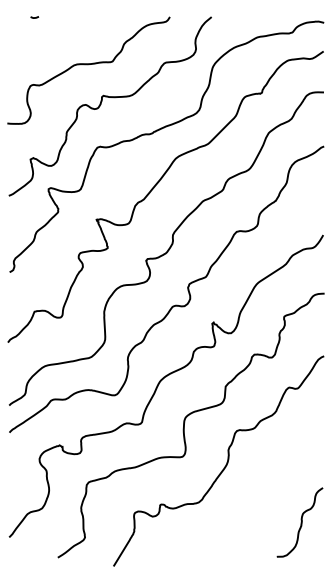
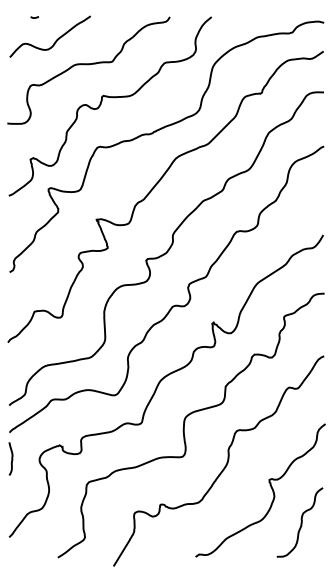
curve at (55, 40): none -> present
curve at (11, 458): none -> present
curve at (269, 485): none -> present
